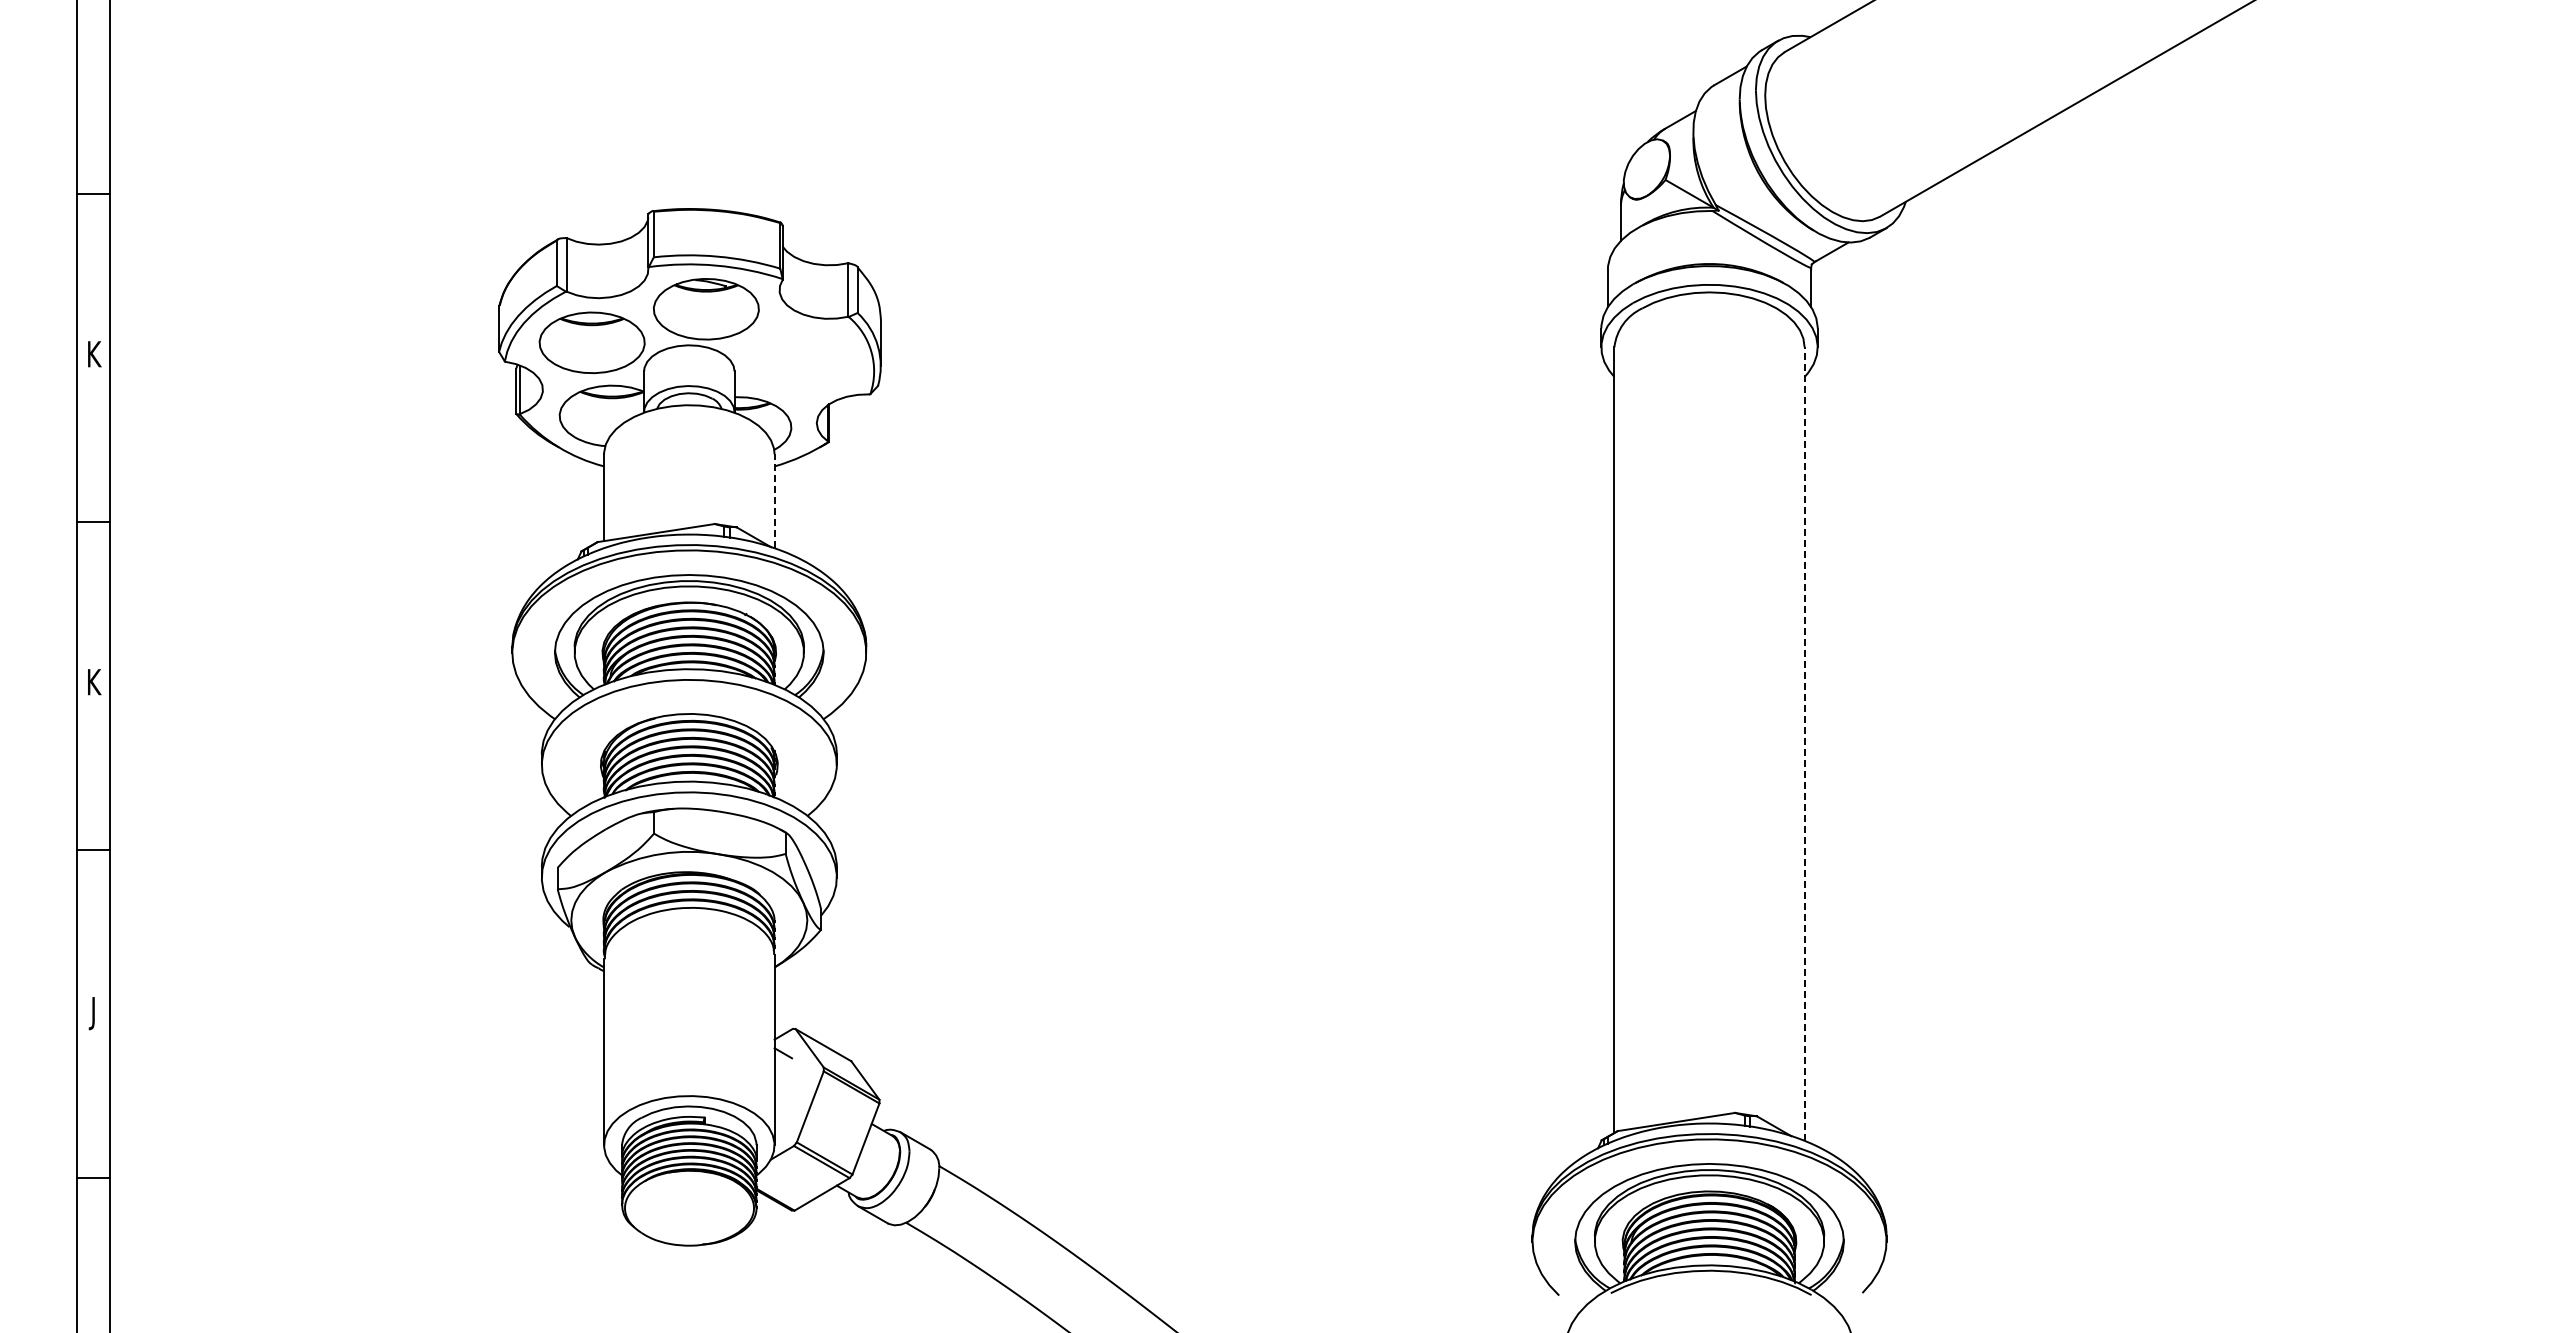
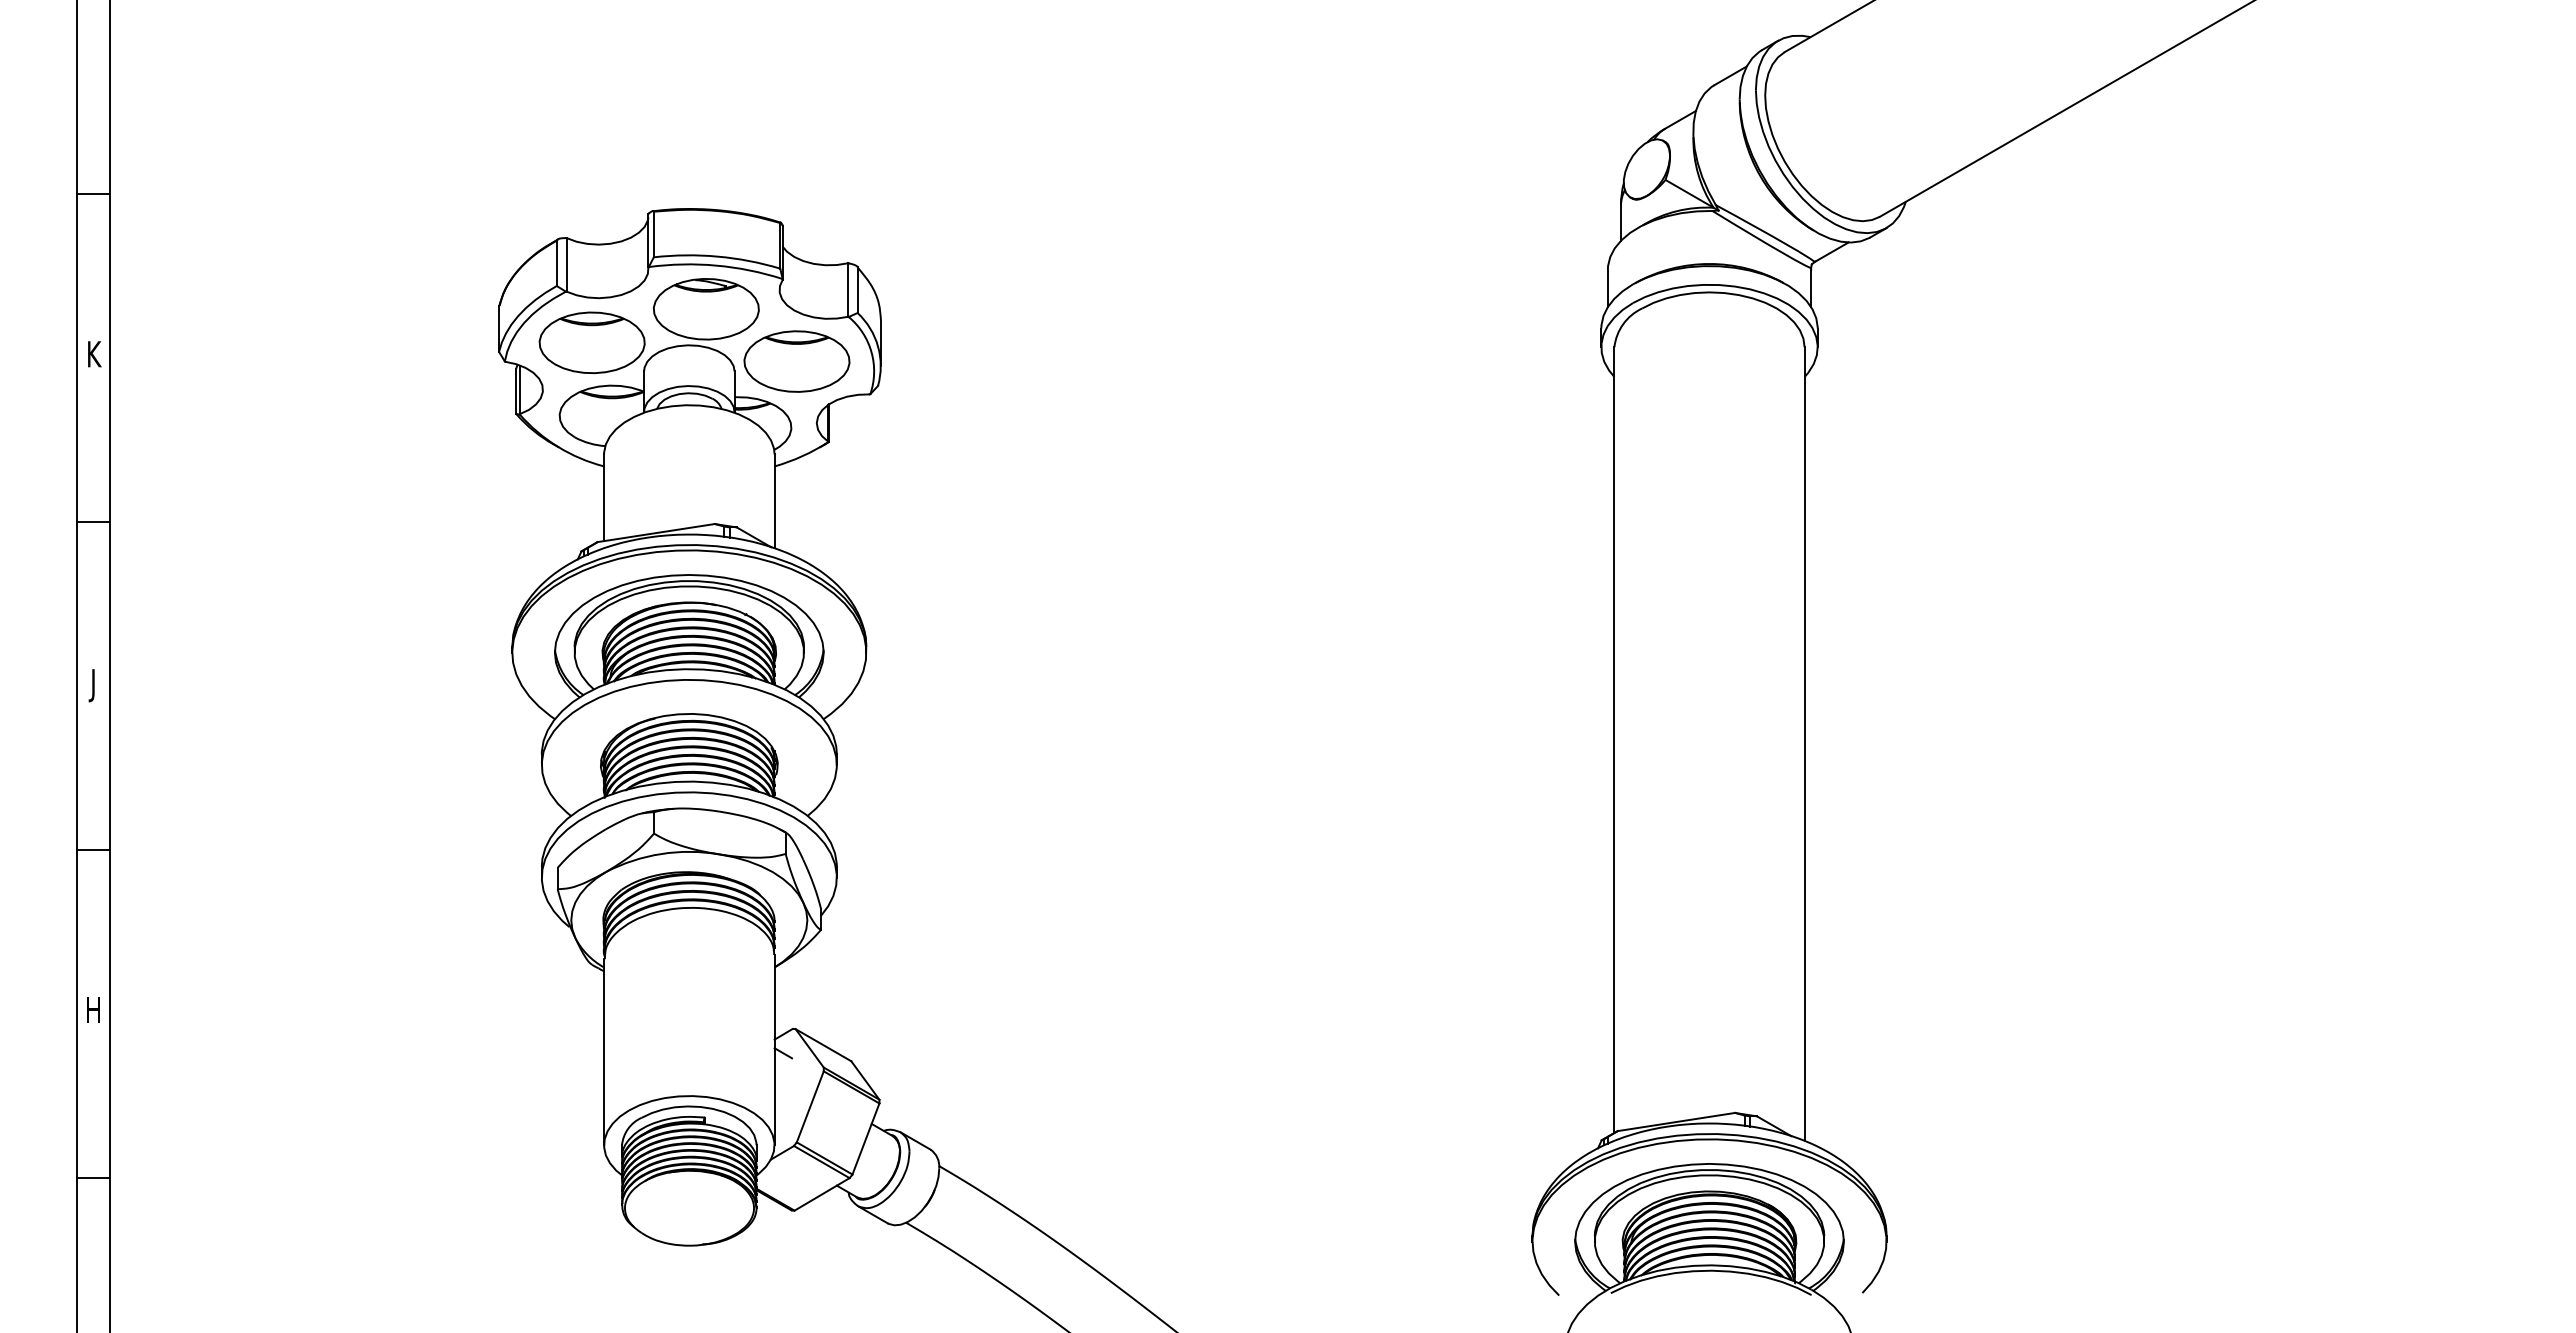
part at (796, 361): none -> present
line at (774, 501): dashed -> solid
text at (94, 685): K -> J
line at (1804, 744): dashed -> solid
text at (93, 1013): J -> H
